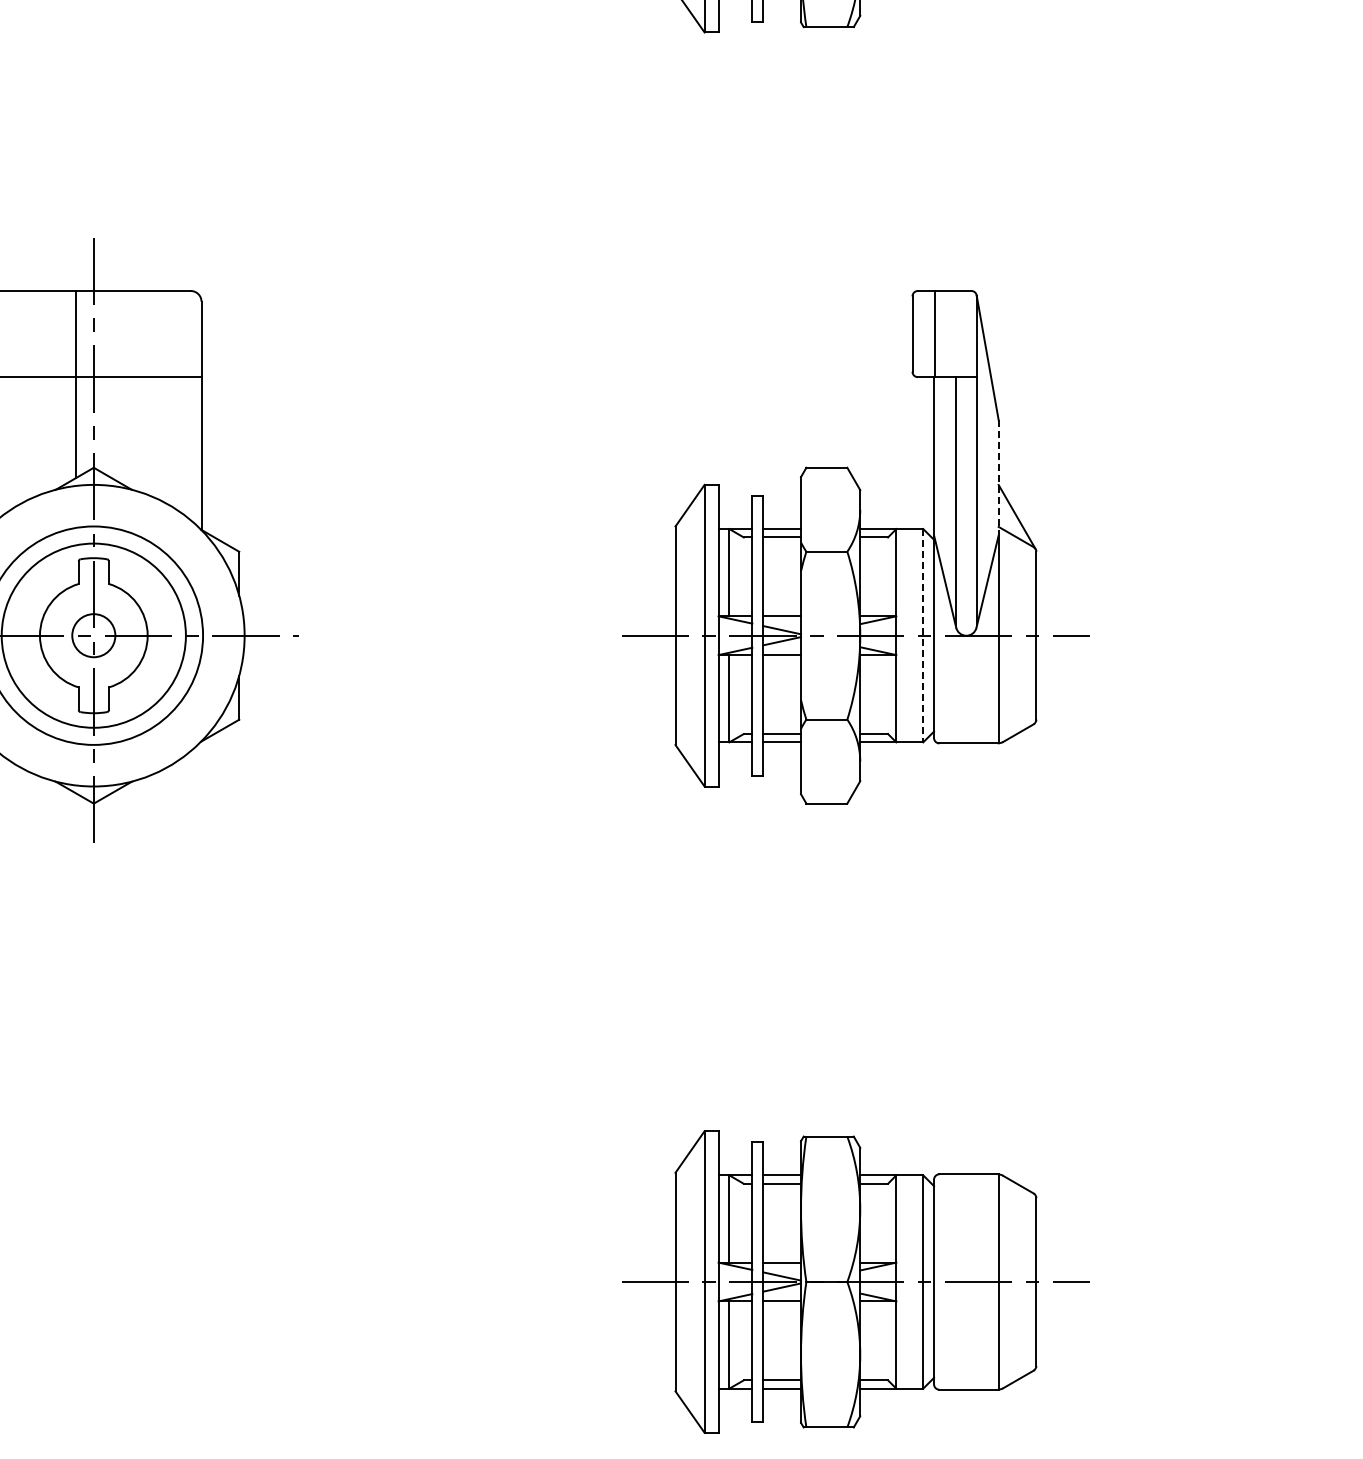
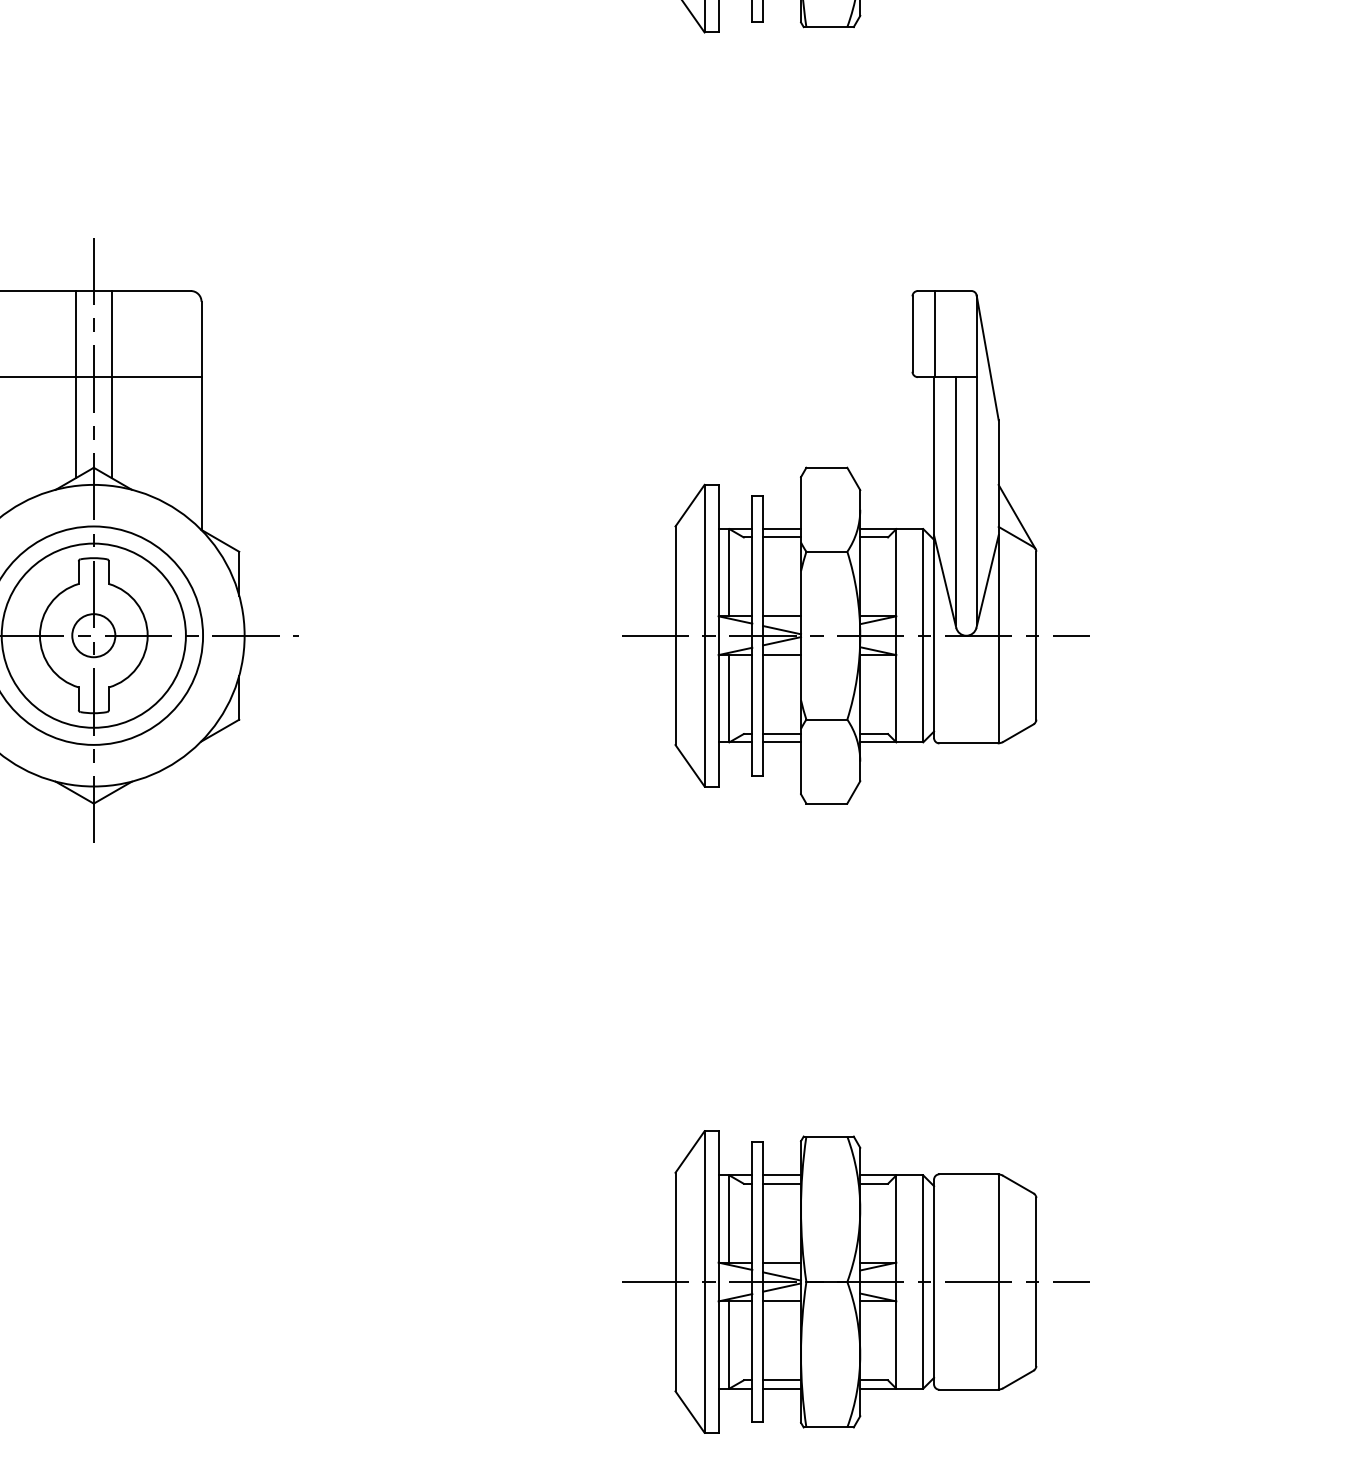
line at (111, 384): none -> present
line at (998, 477): dashed -> solid
line at (923, 635): dashed -> solid
